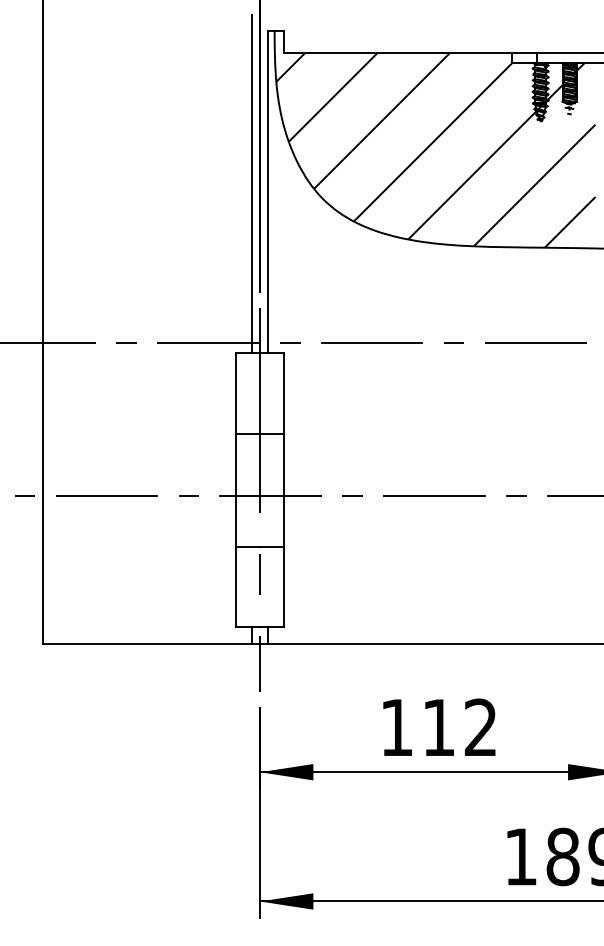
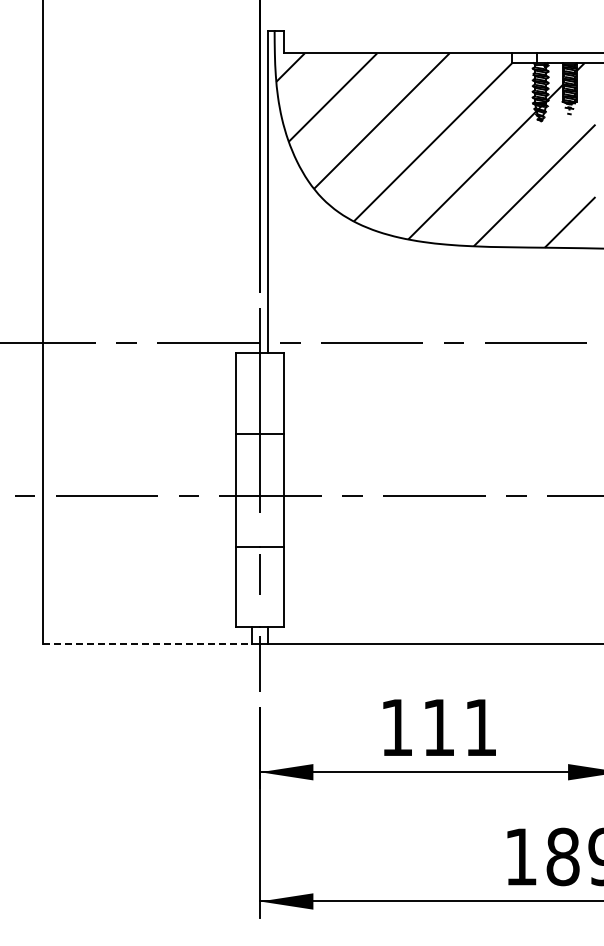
line at (252, 183): present -> none
line at (147, 643): solid -> dashed
text at (480, 726): 112 -> 111
